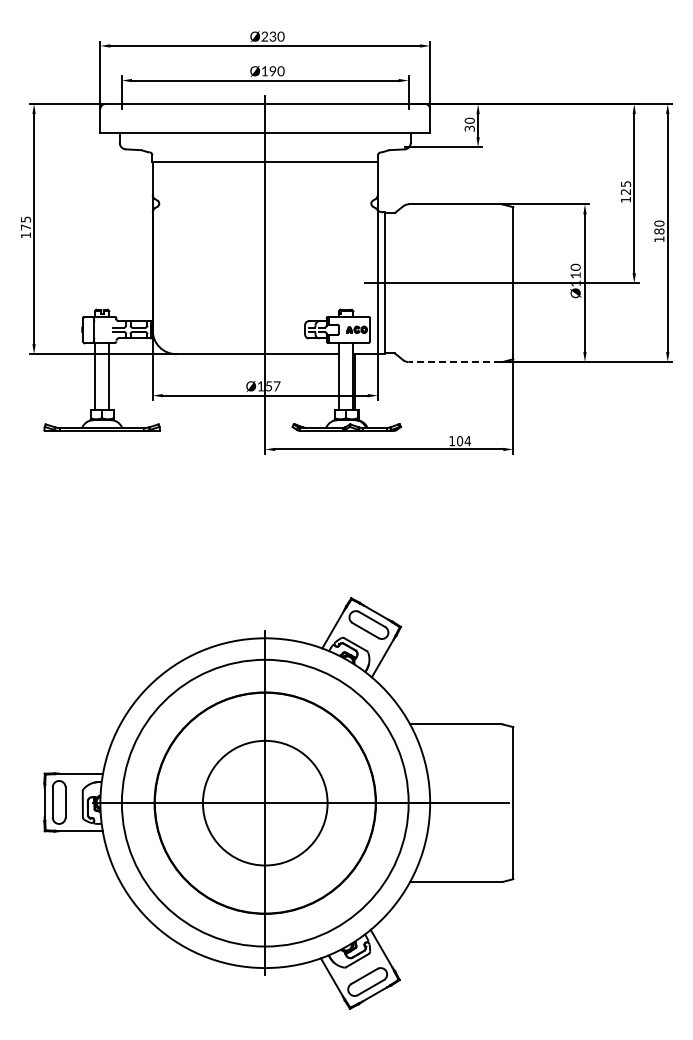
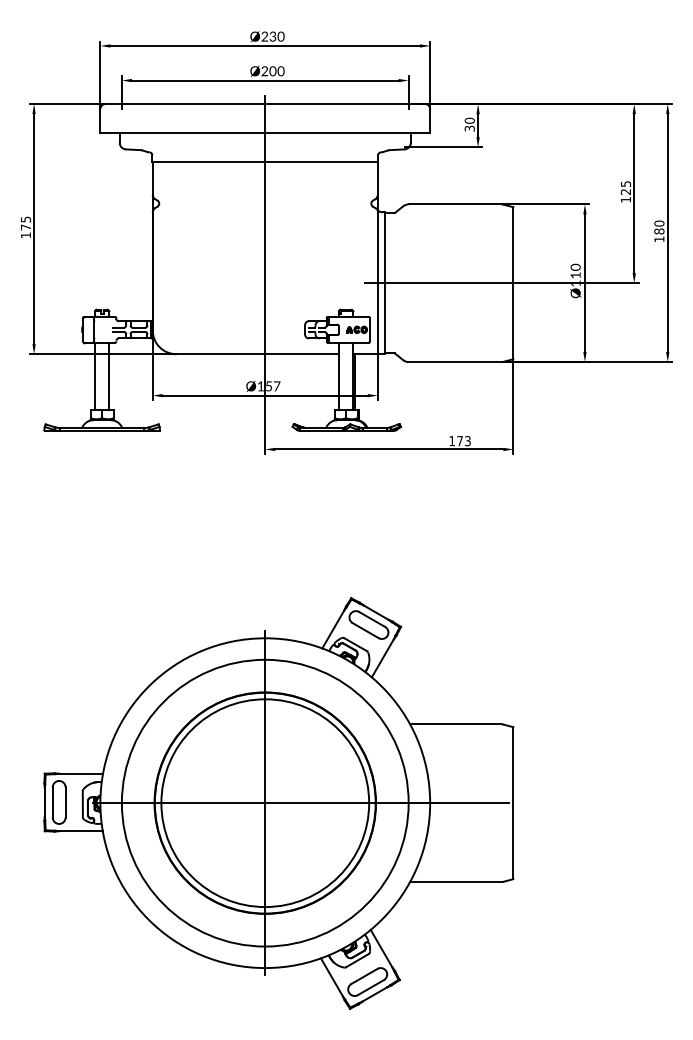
text at (268, 71): Ø190 -> Ø200
line at (454, 362): dashed -> solid
text at (464, 441): 104 -> 173
circle at (264, 802) diameter: 125 px -> 208 px
